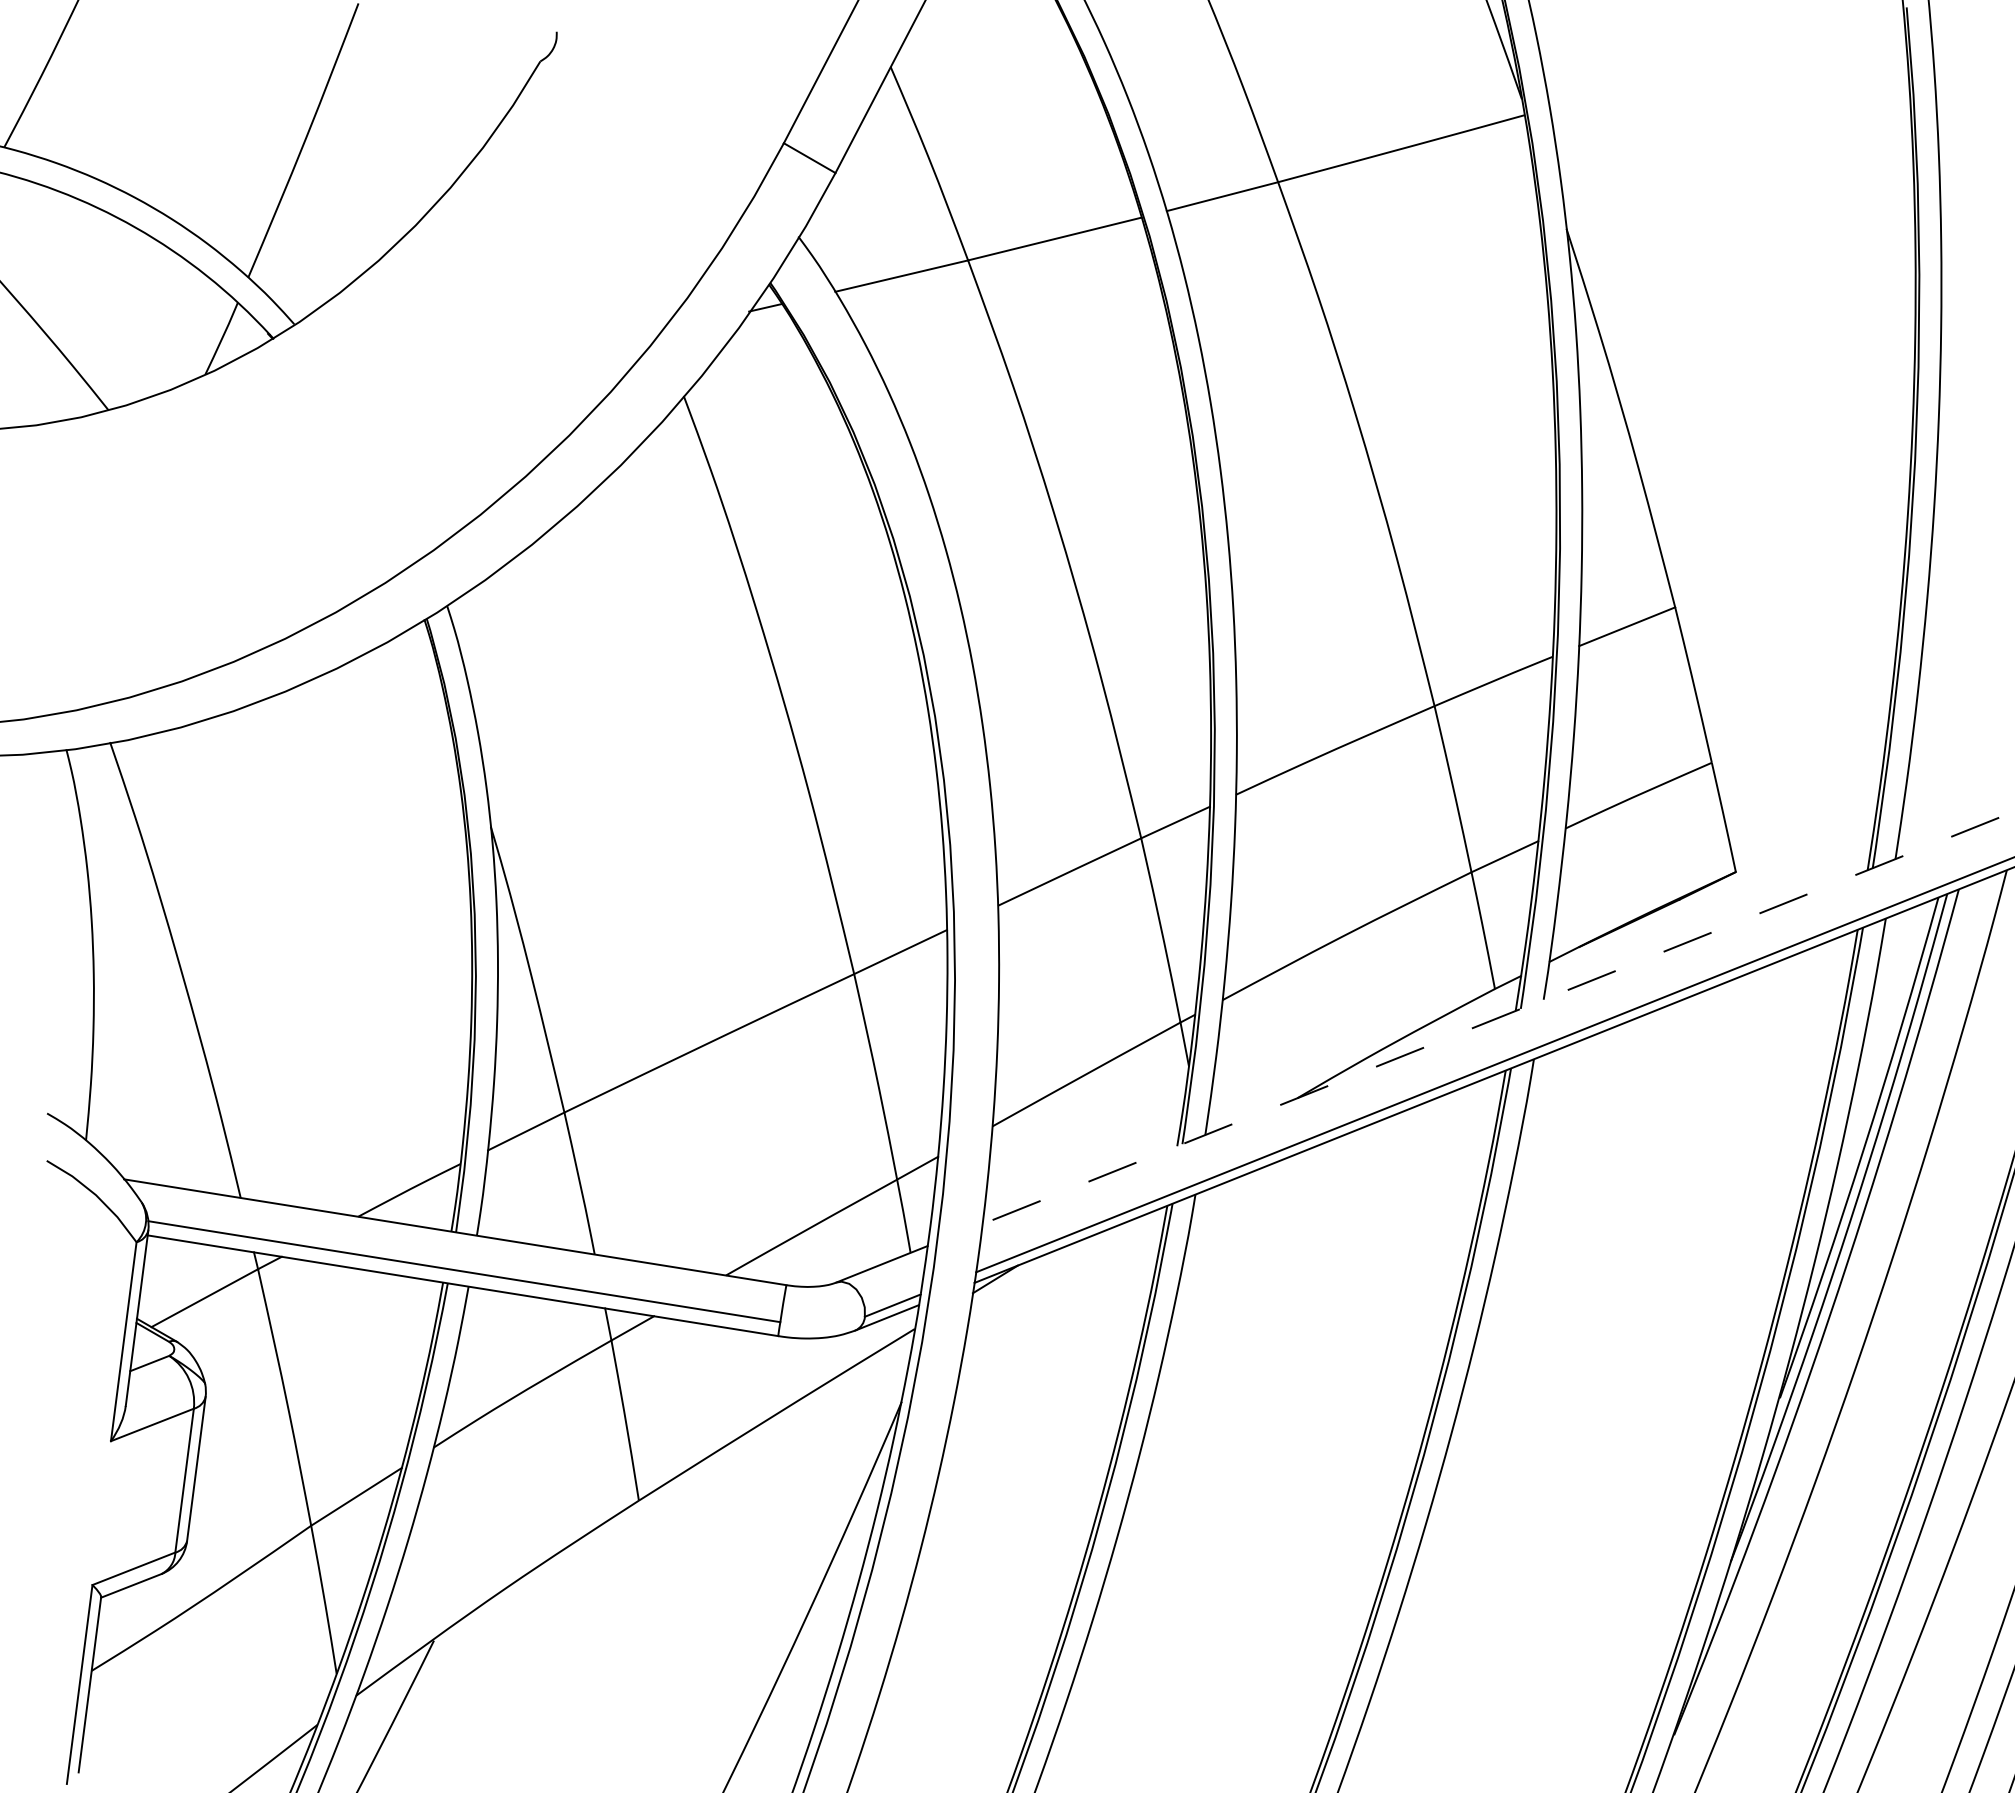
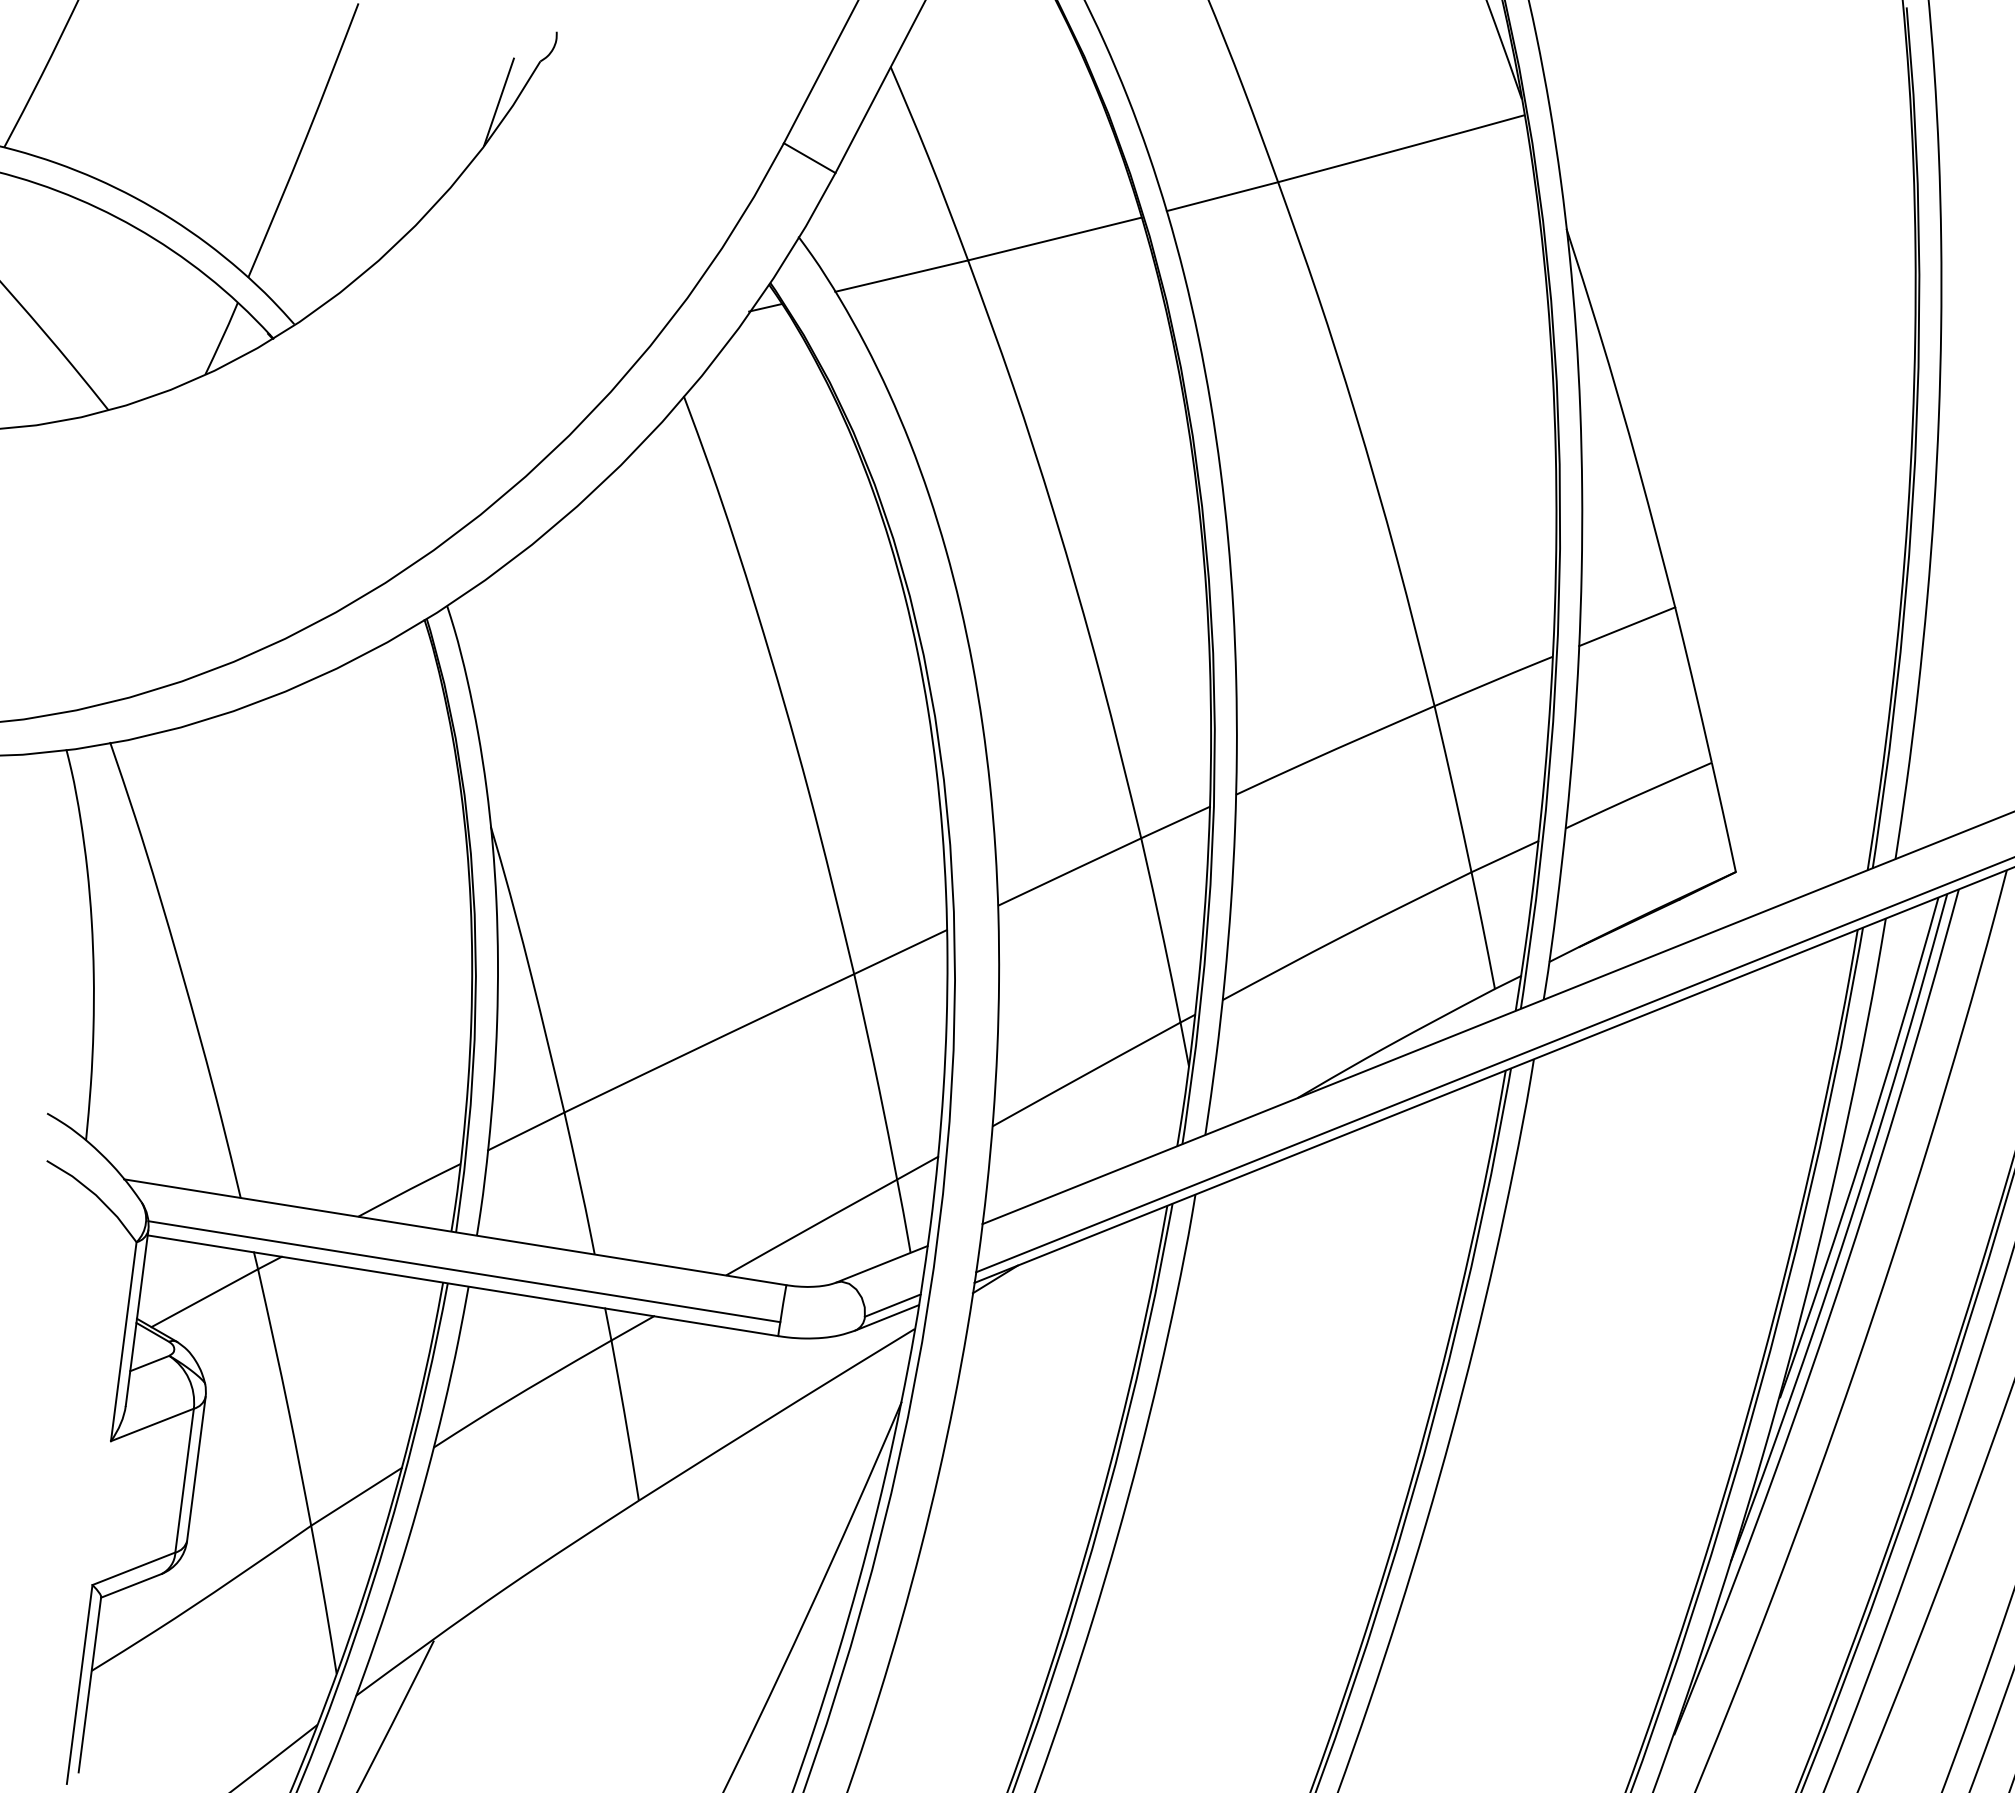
line at (498, 101): none -> present
line at (1498, 1017): dashed -> solid
